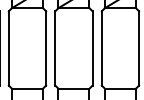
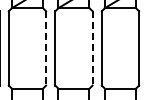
line at (46, 48): solid -> dashed
line at (92, 48): solid -> dashed
